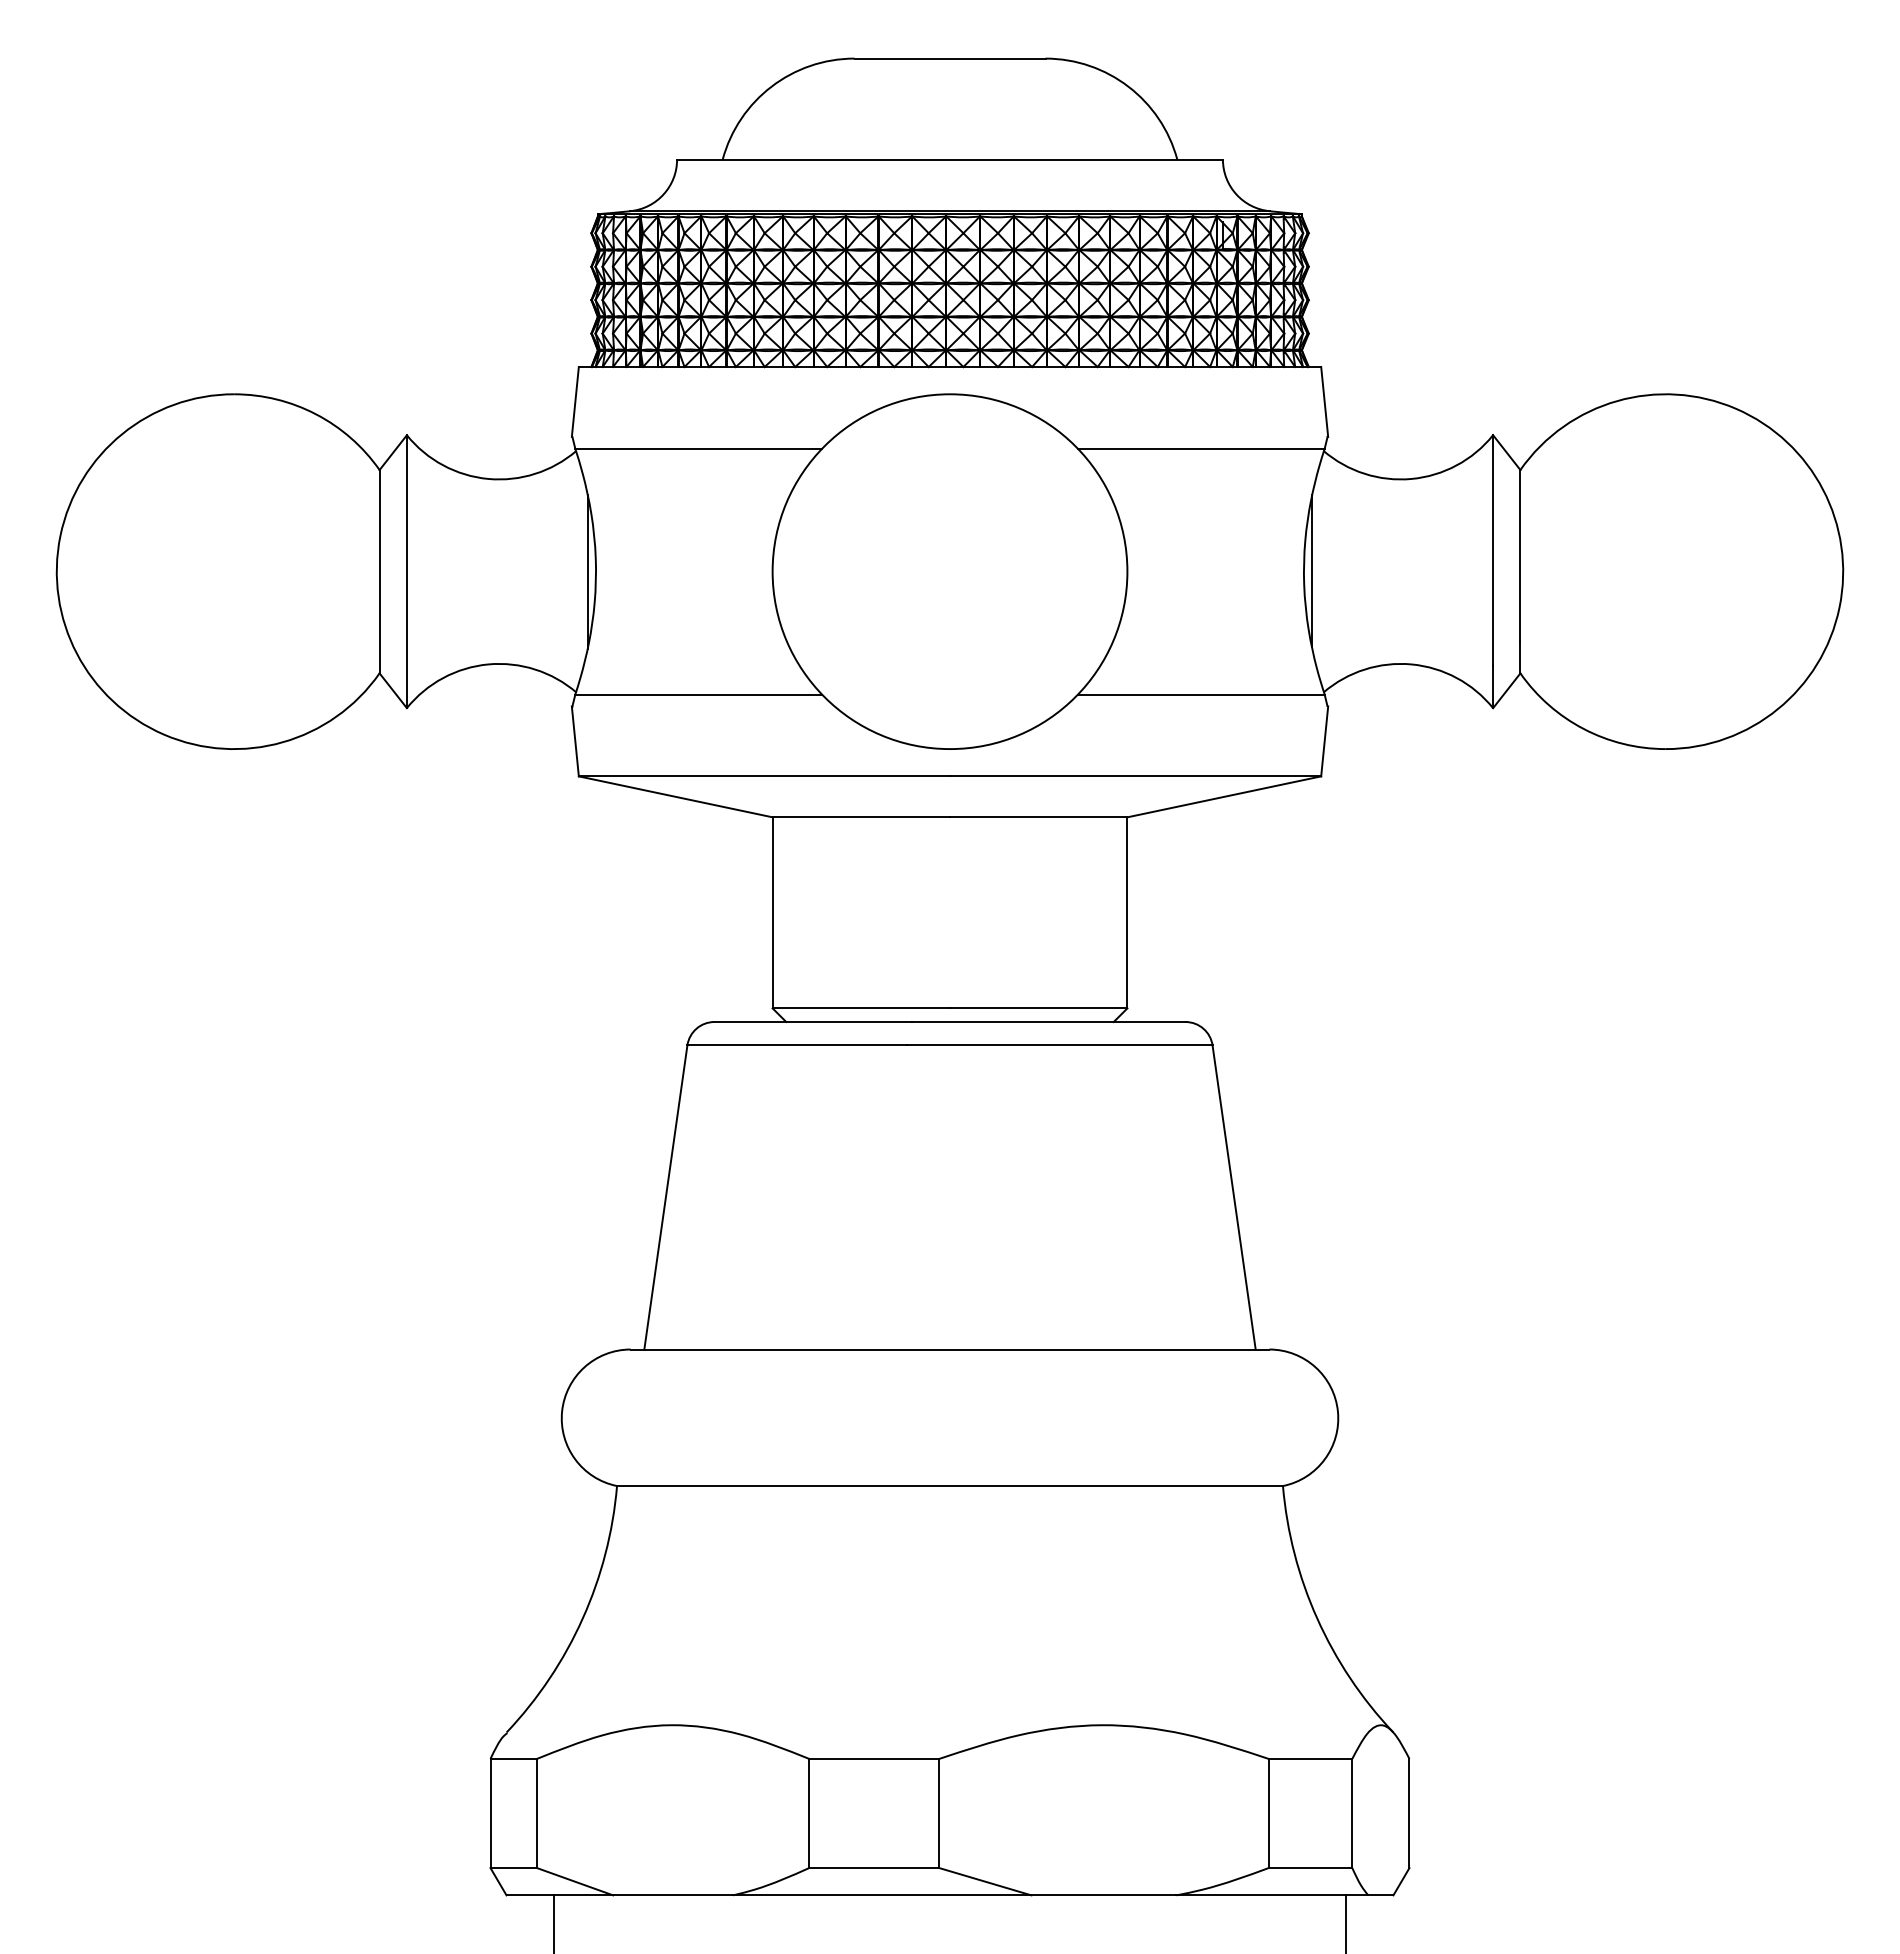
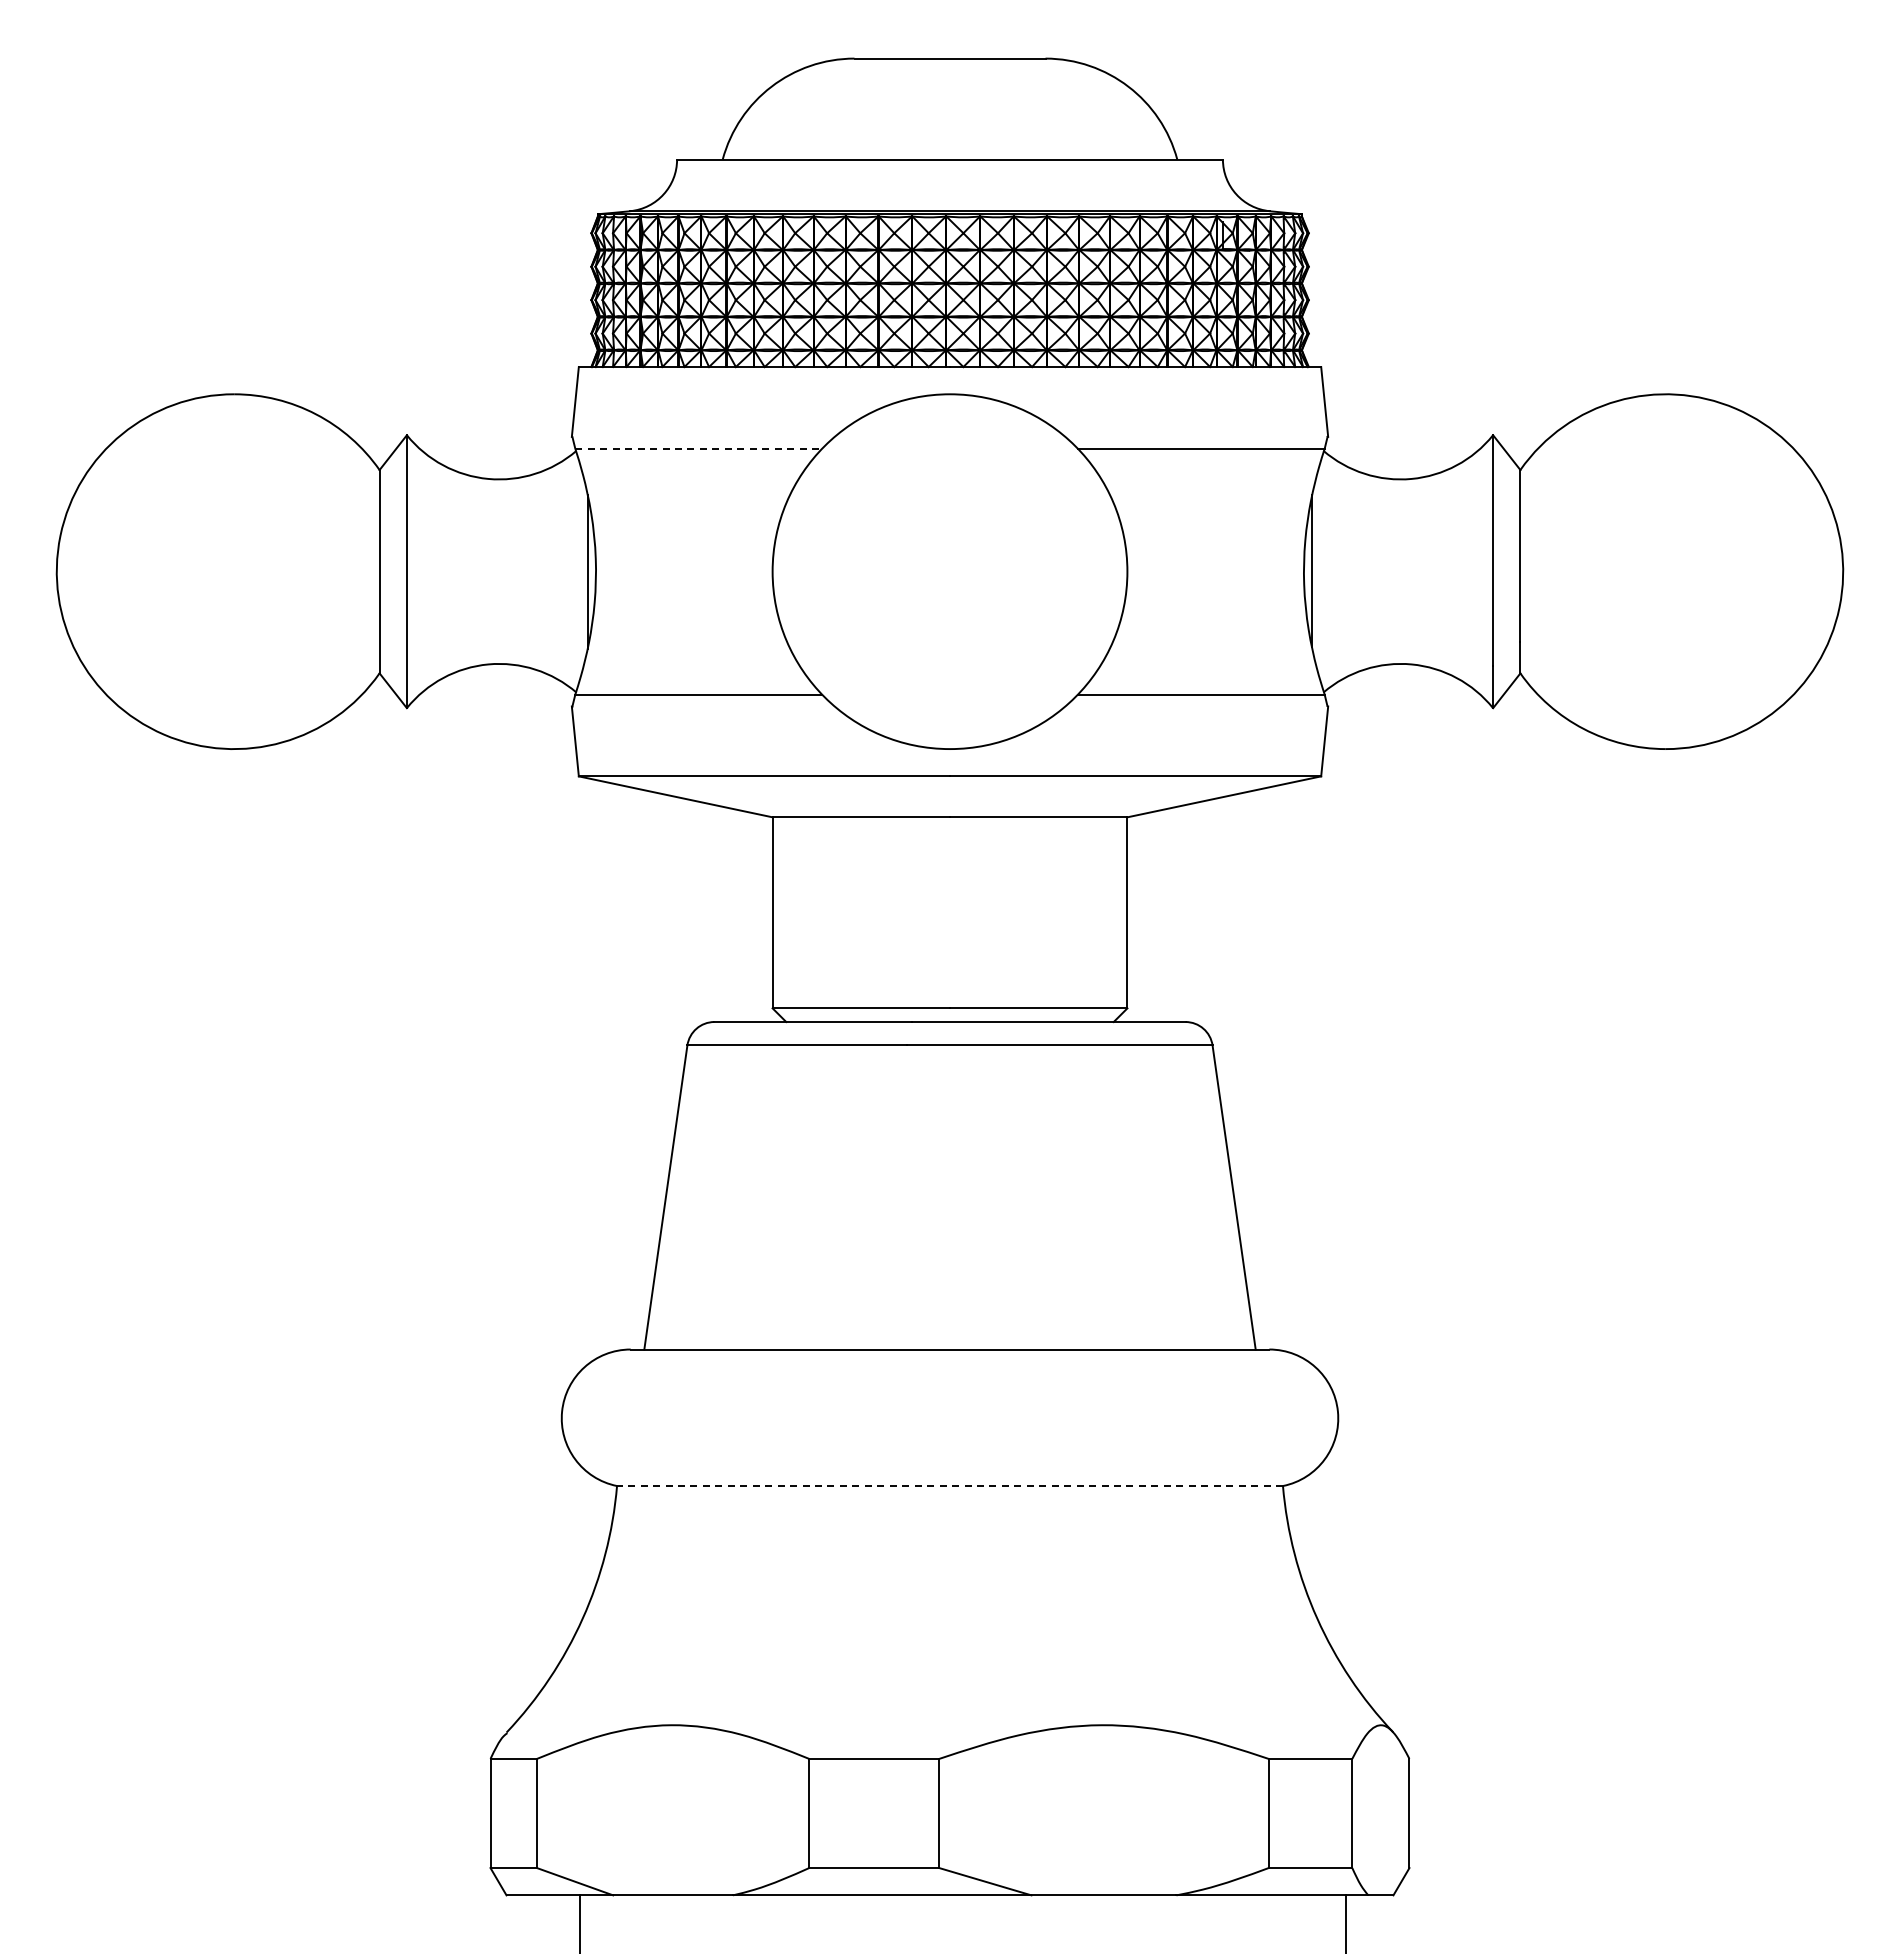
line at (699, 448): solid -> dashed
line at (950, 1485): solid -> dashed
line at (554, 1922) position: (554, 1922) -> (580, 1922)
